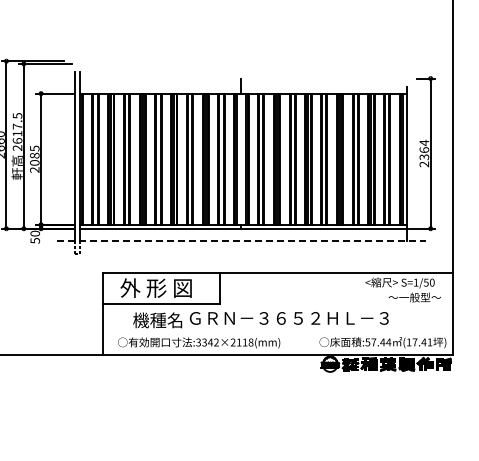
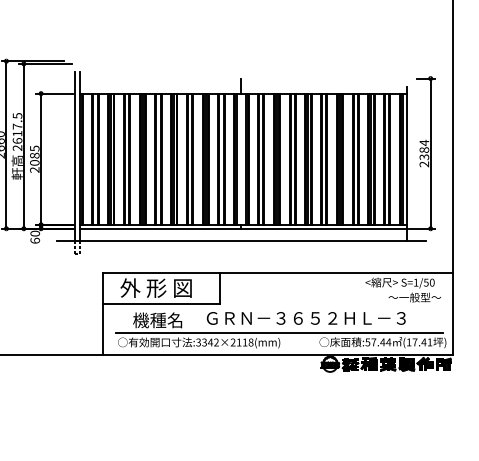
text at (423, 149): 2364 -> 2384
text at (34, 240): 50 -> 60
line at (241, 241): dashed -> solid
text at (288, 318) position: (288, 318) -> (305, 318)
line at (279, 332): none -> present
